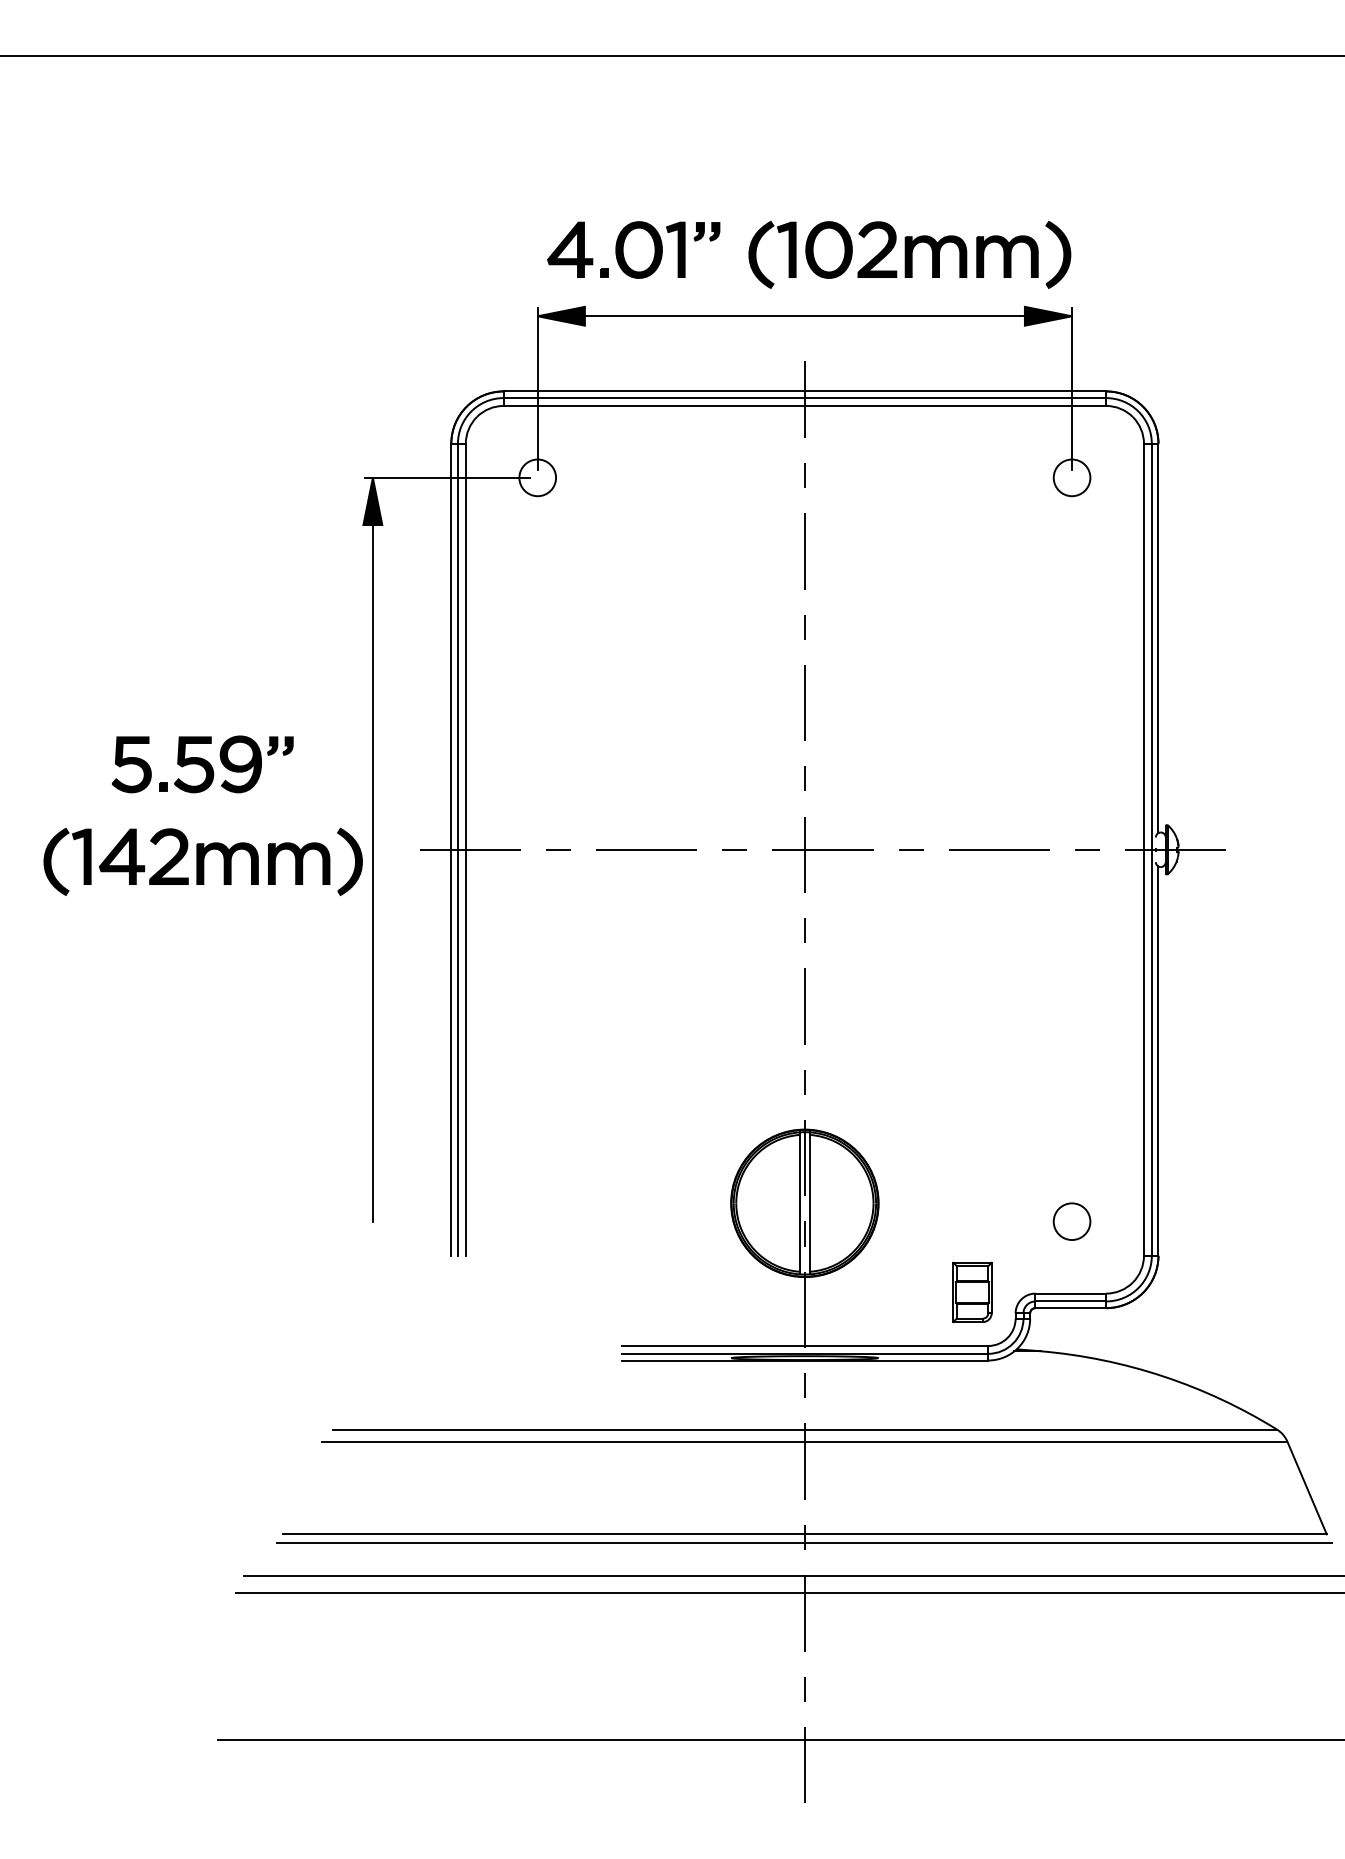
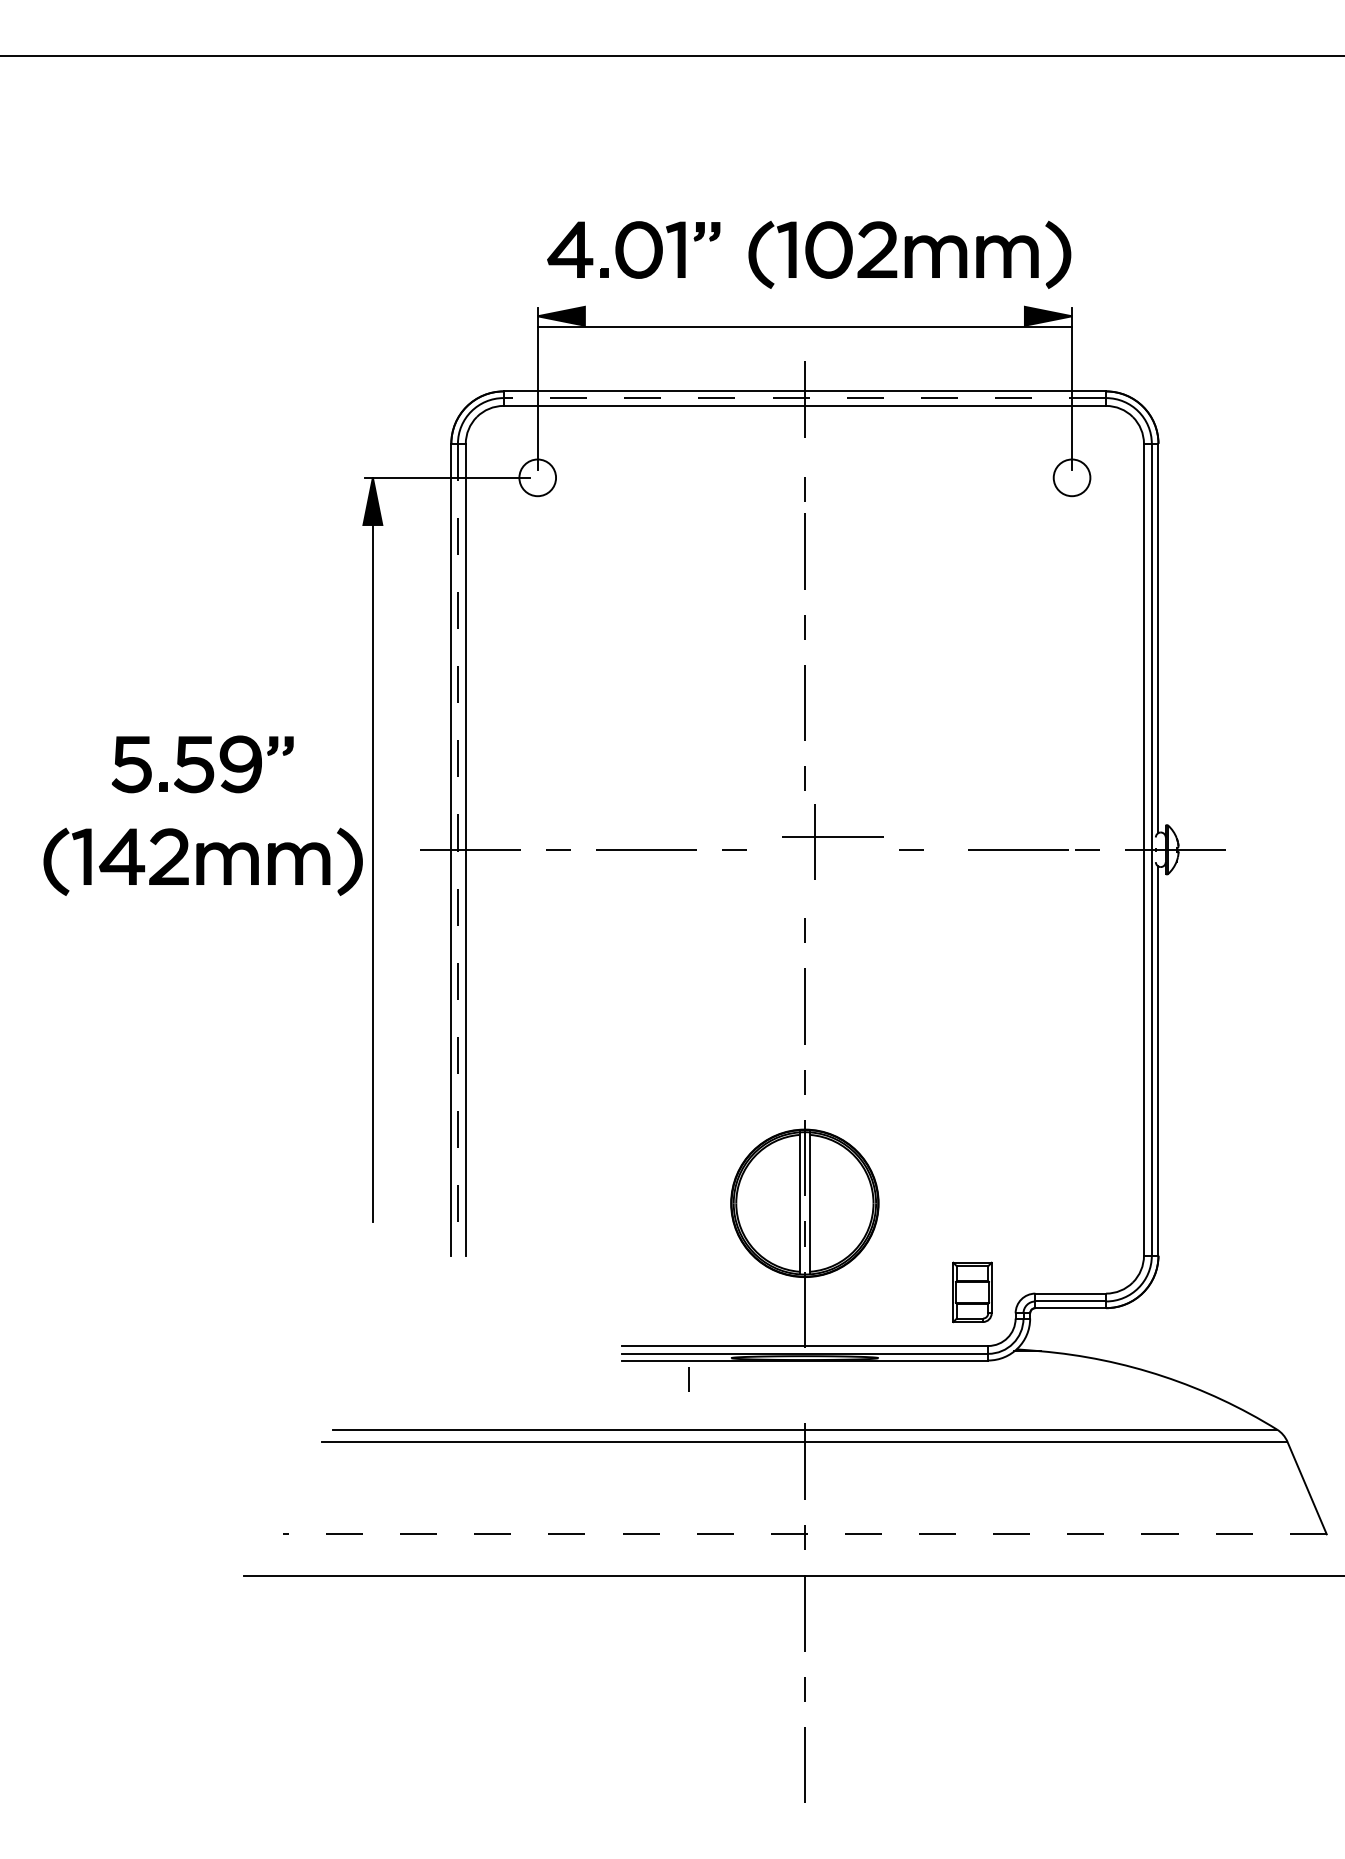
line at (804, 316) position: (804, 316) -> (804, 327)
line at (804, 398): solid -> dashed
line at (804, 475) position: (804, 475) -> (804, 489)
line at (457, 849): solid -> dashed
line at (999, 849) position: (999, 849) -> (1018, 849)
part at (822, 854) position: (822, 854) -> (832, 841)
part at (1071, 1221): present -> none
line at (804, 1385) position: (804, 1385) -> (688, 1379)
line at (804, 1534): solid -> dashed
line at (804, 1542): present -> none
line at (788, 1593): present -> none
line at (779, 1740): present -> none
